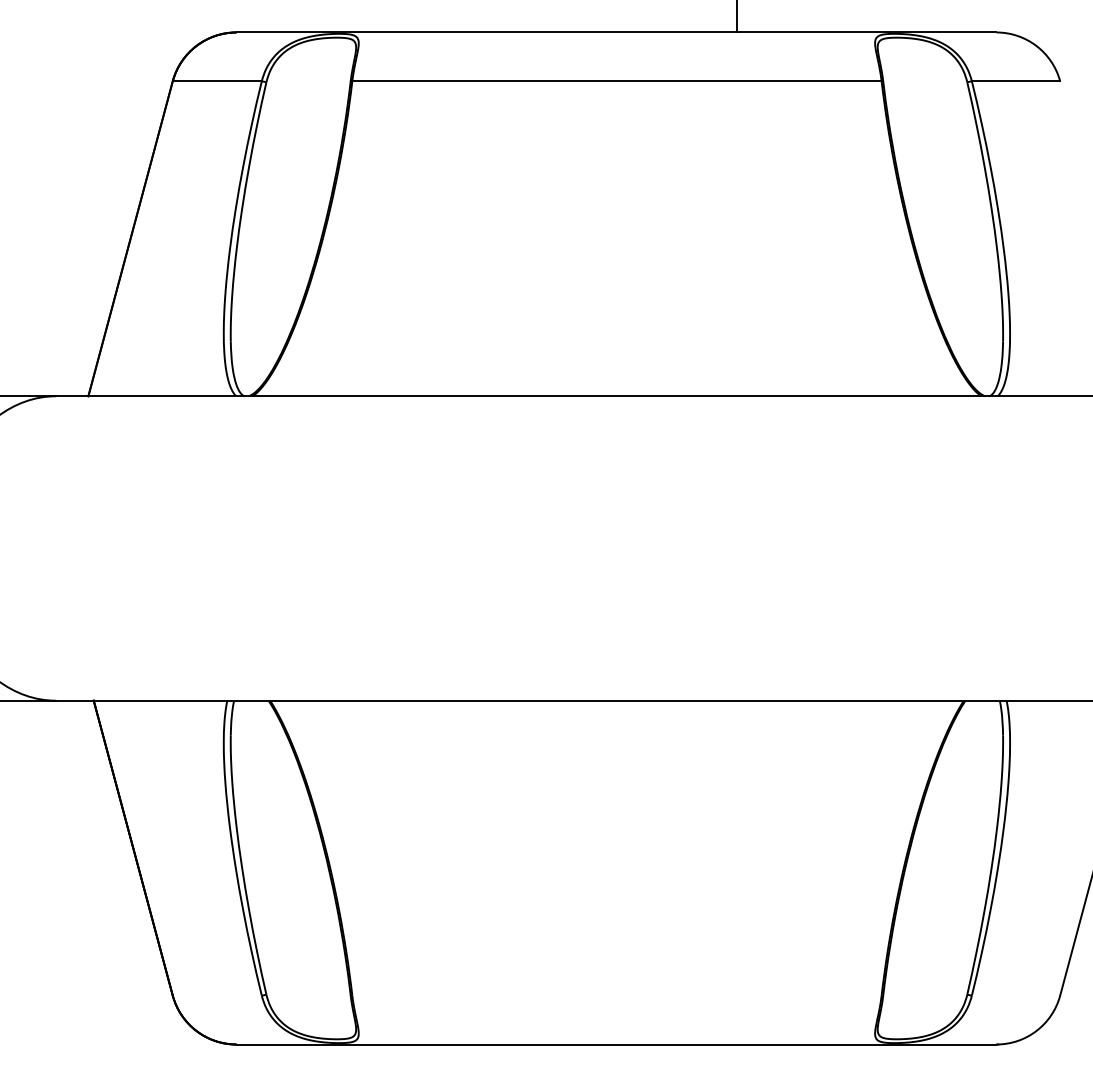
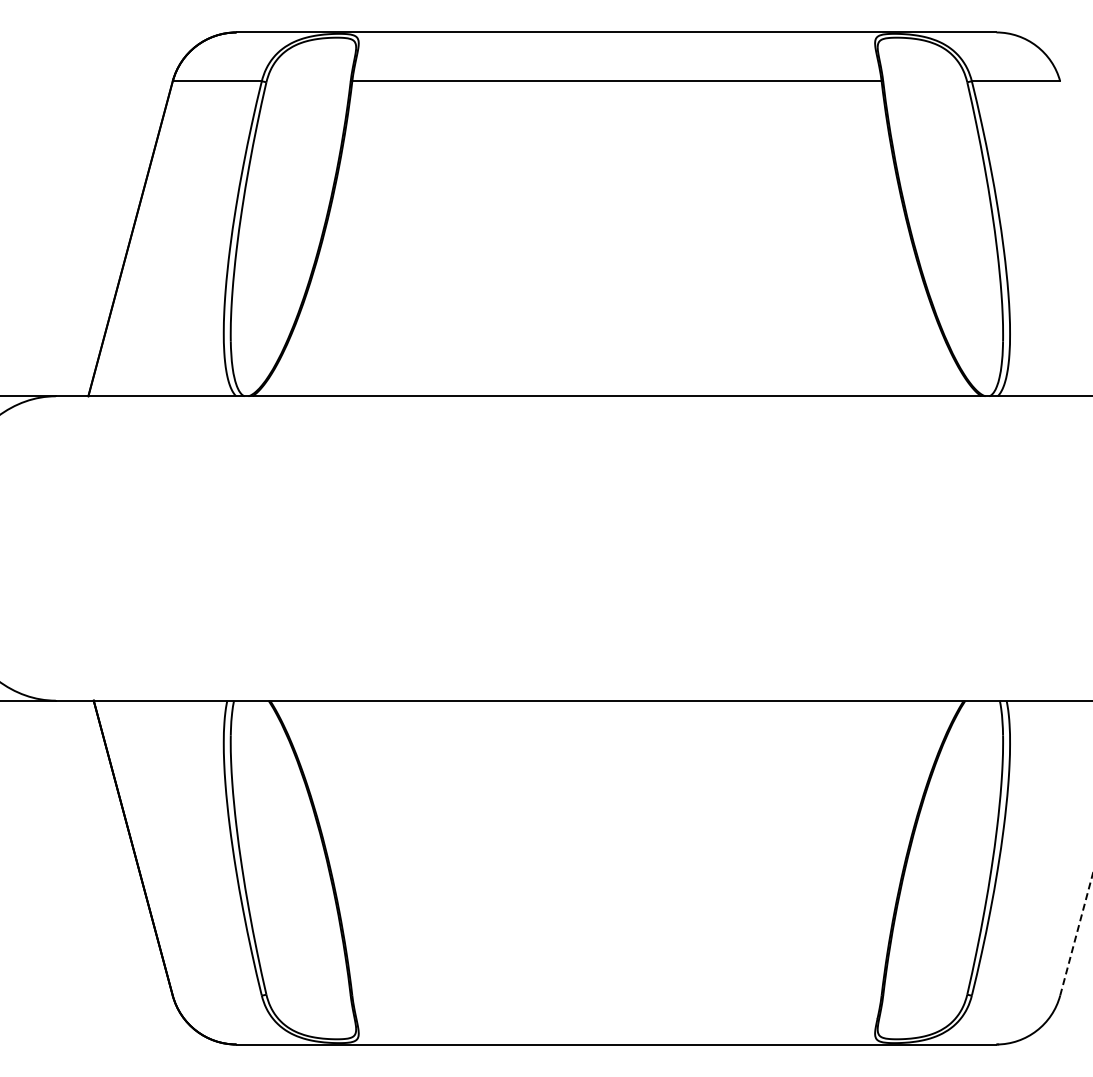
line at (737, 17): present -> none
line at (1076, 934): solid -> dashed
